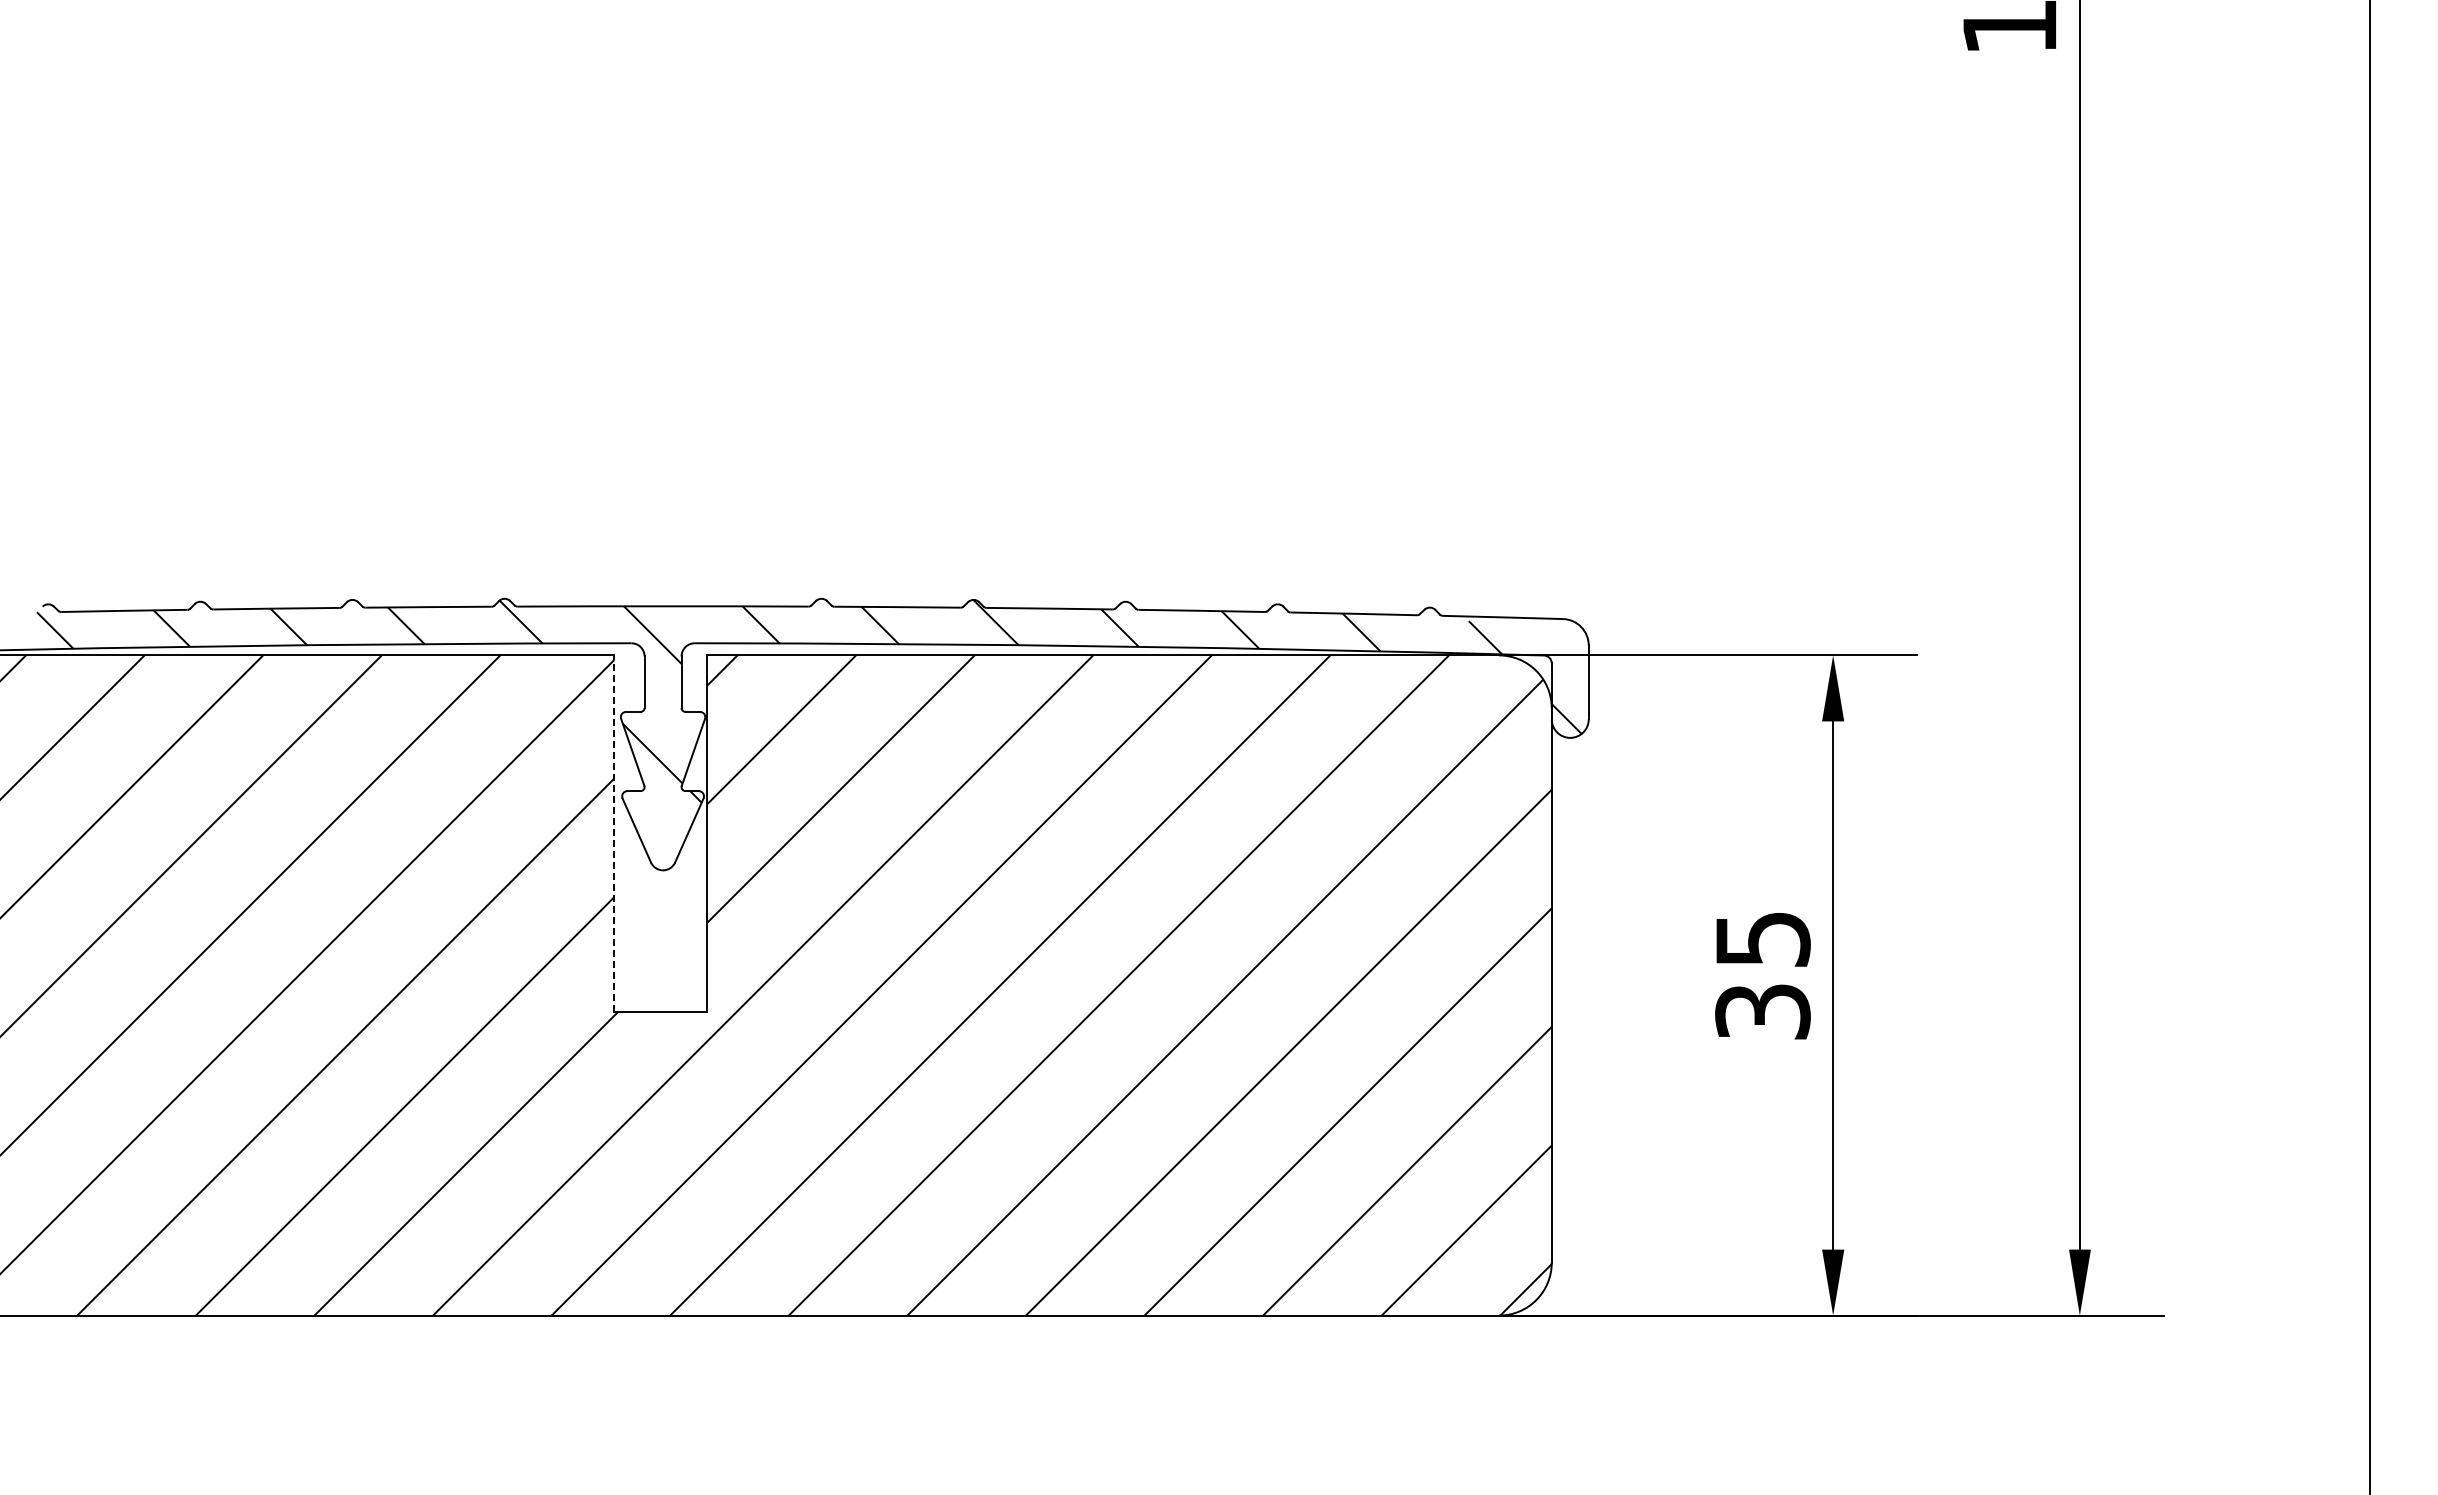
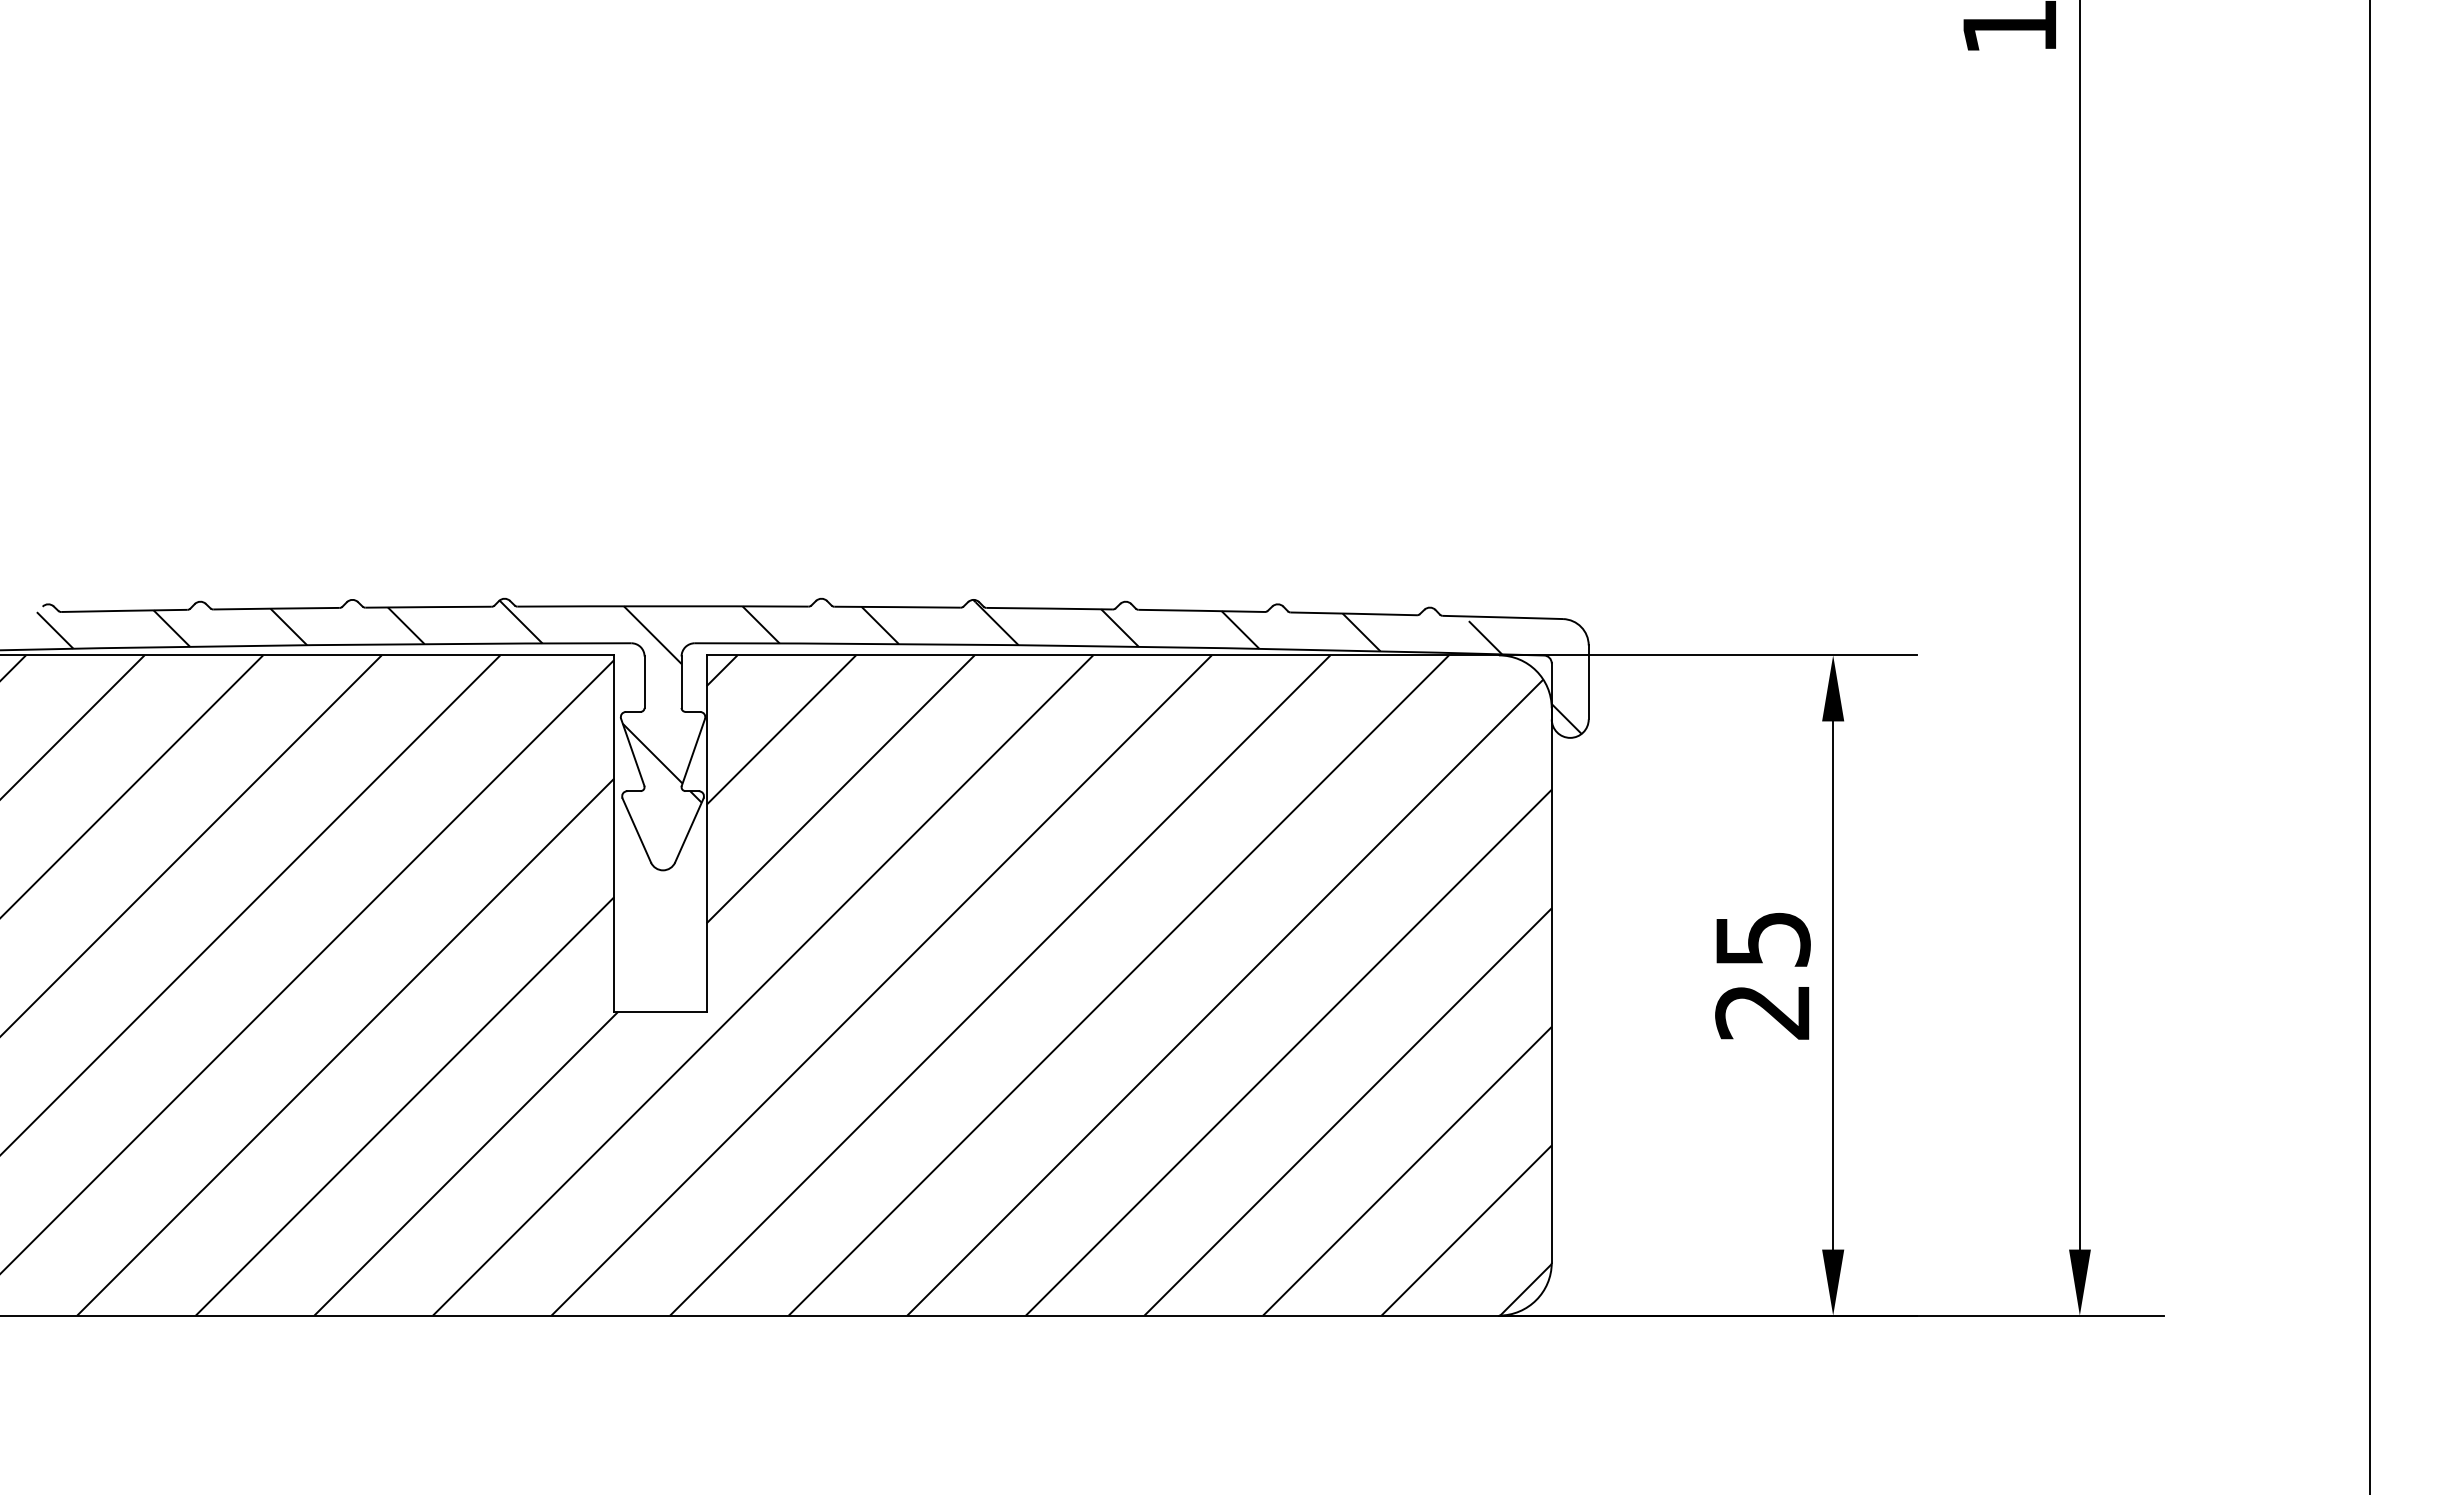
line at (614, 833): dashed -> solid
text at (1762, 1011): 35 -> 25
